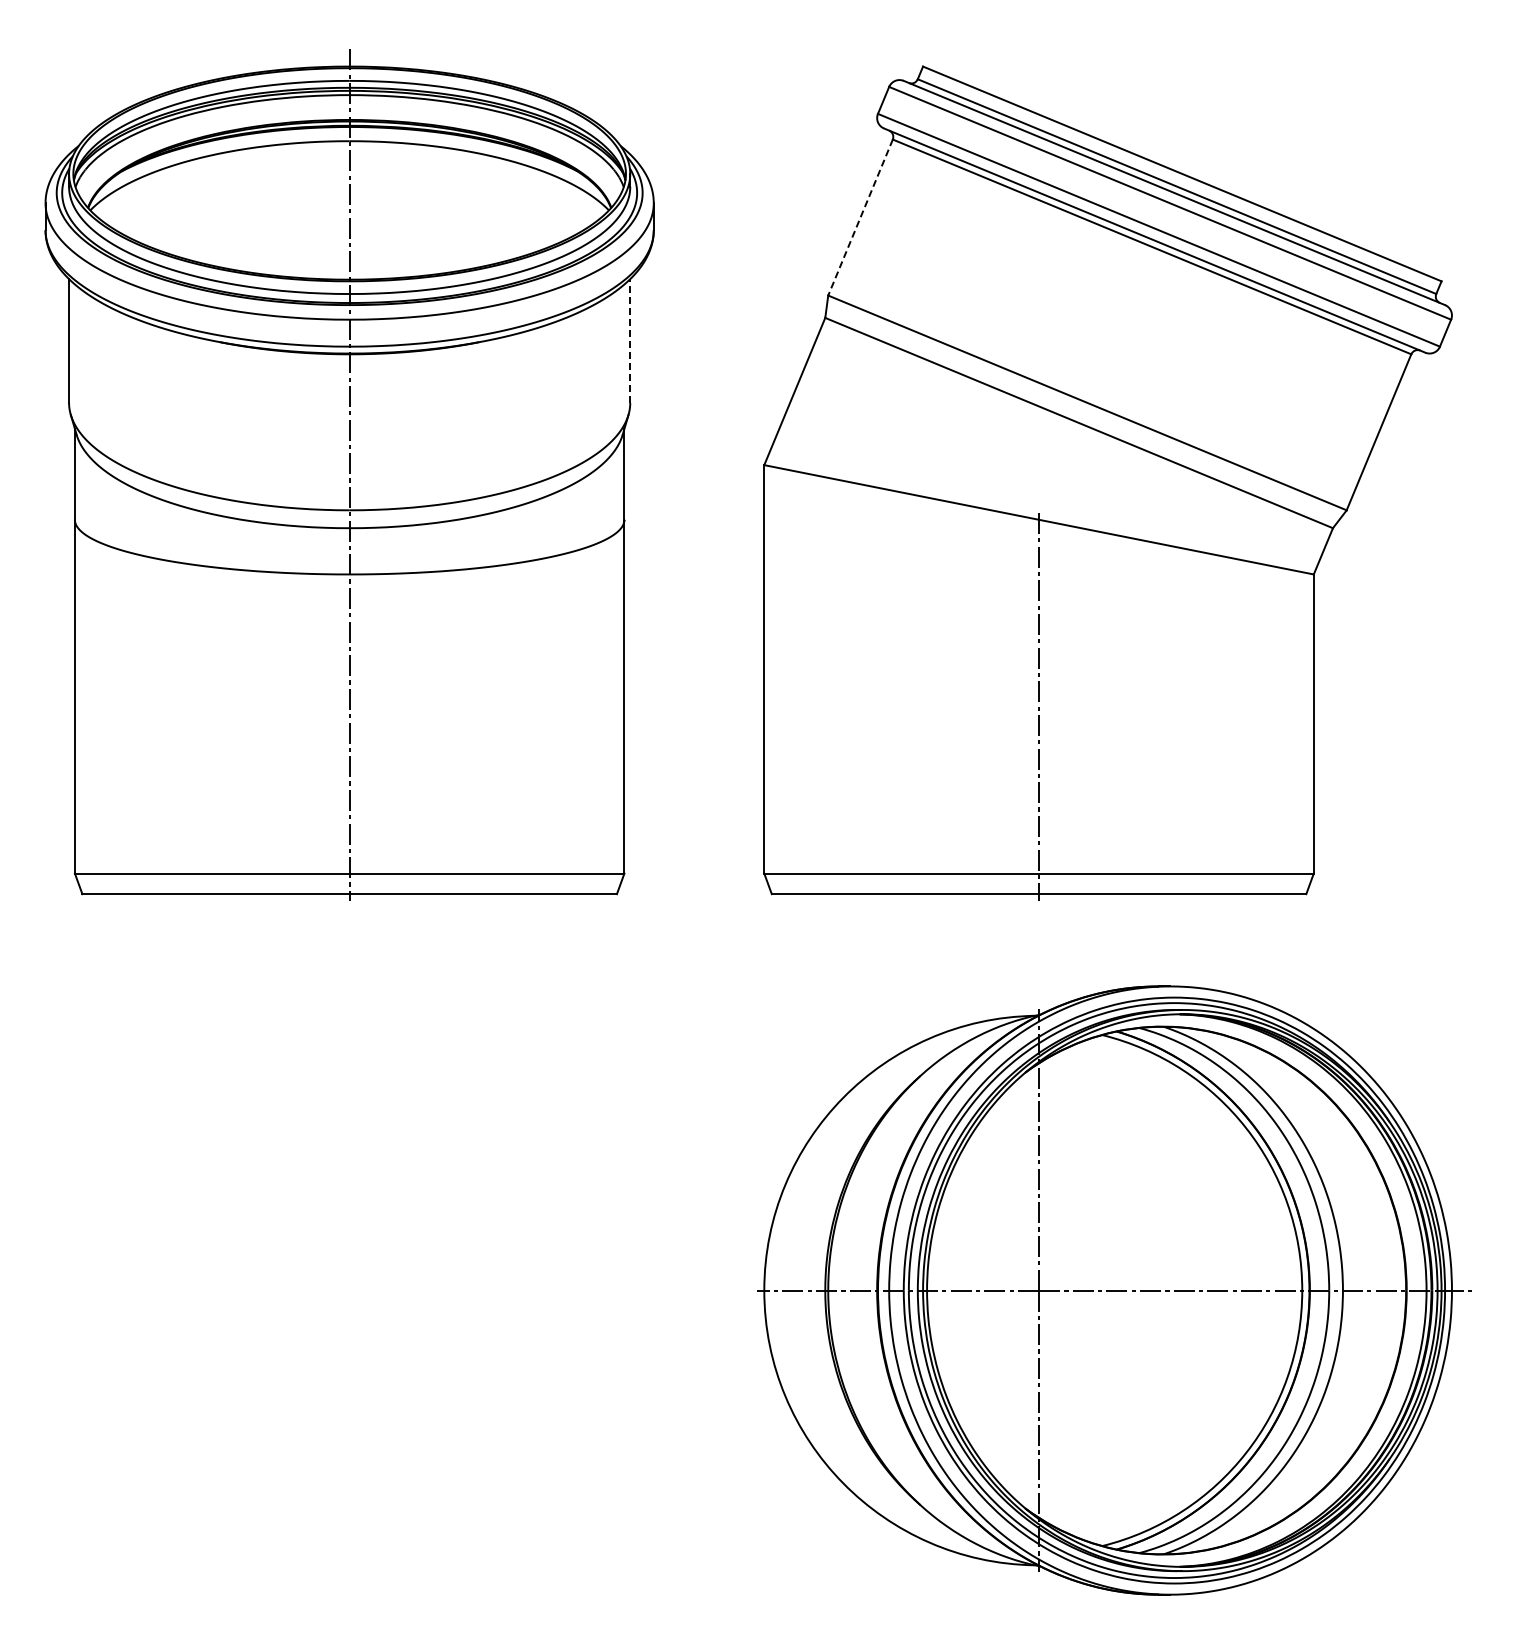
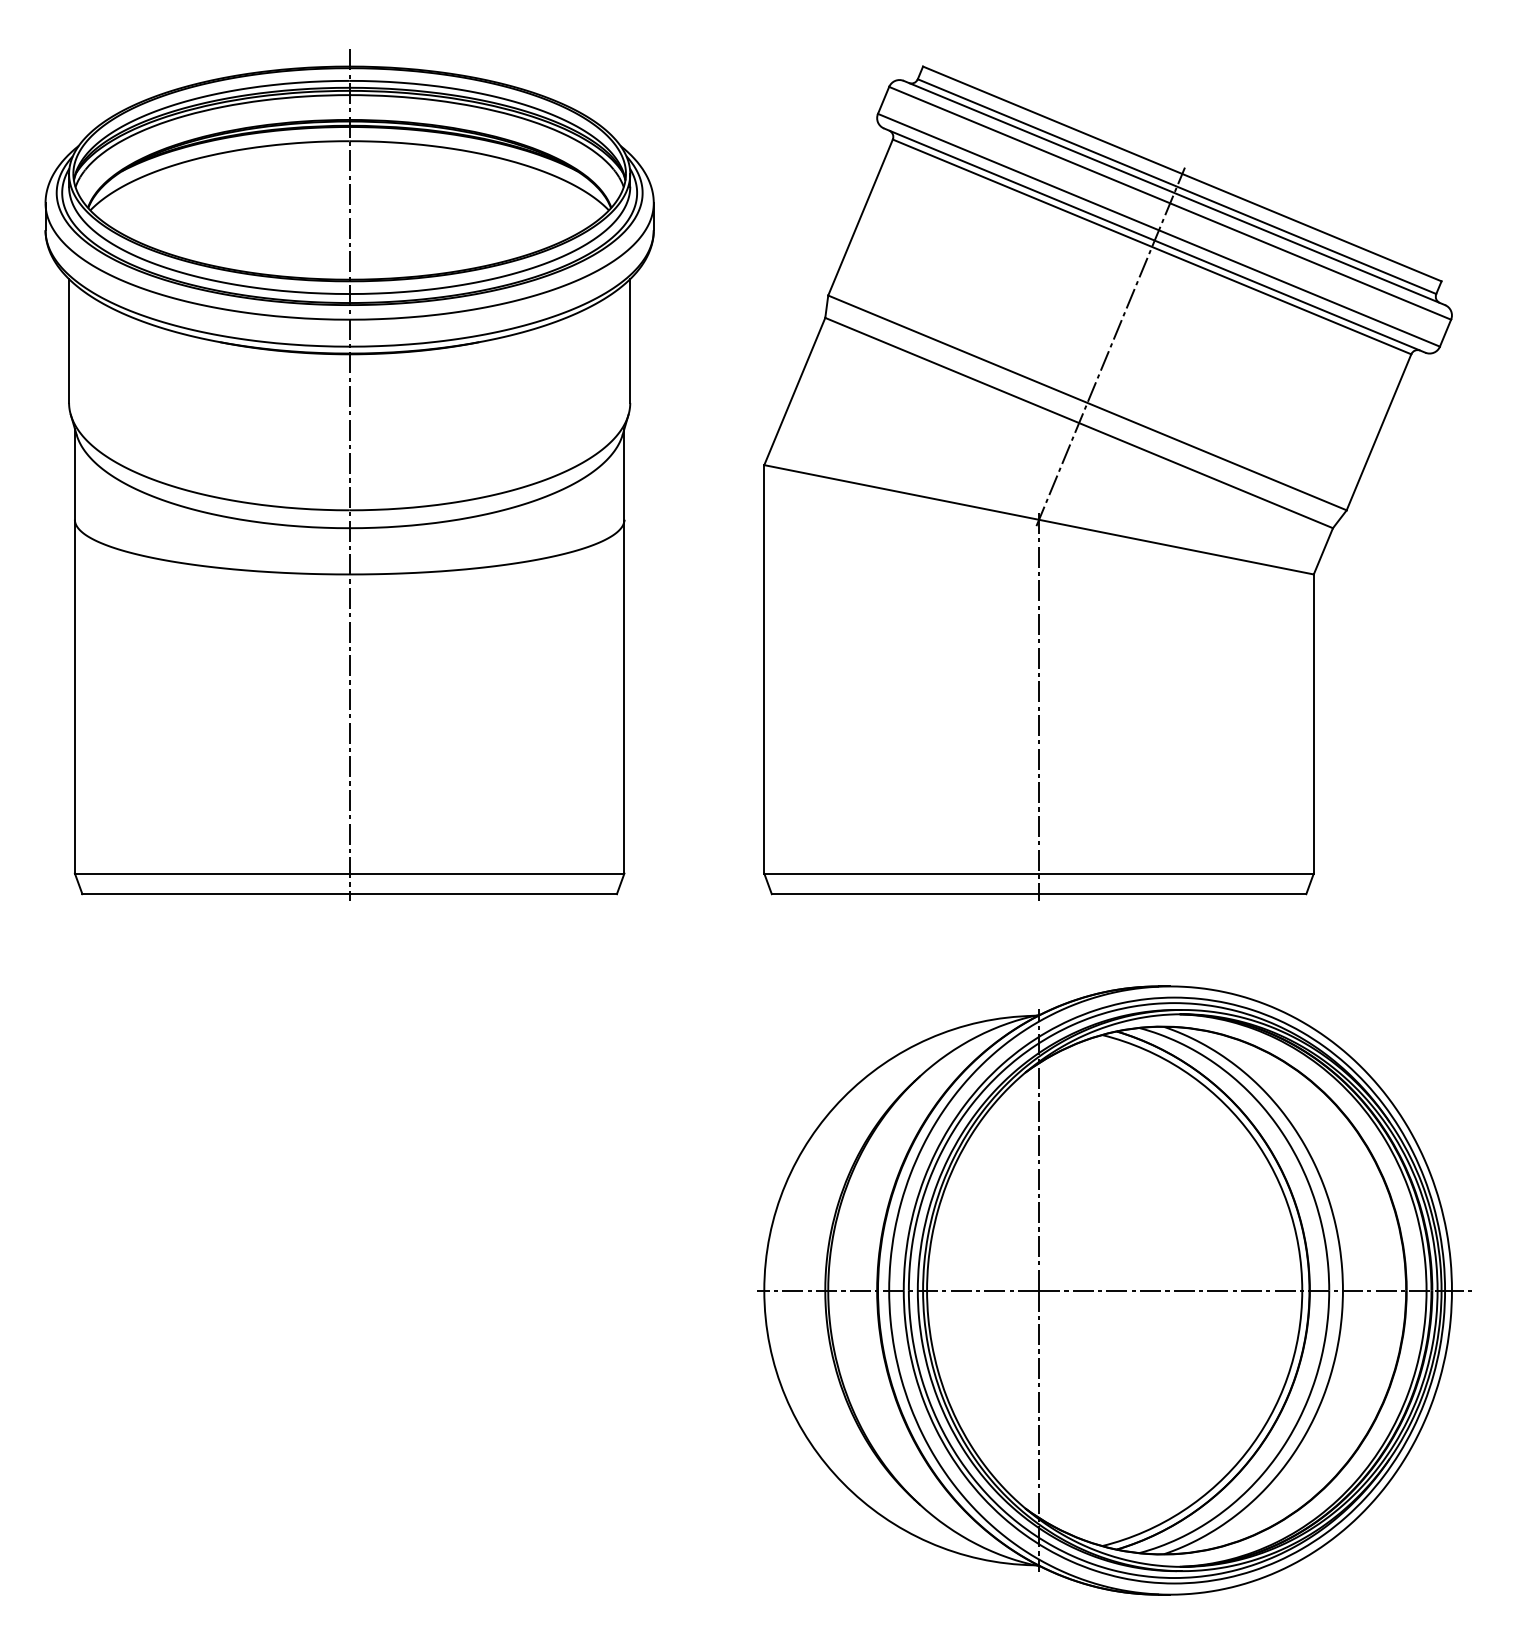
line at (860, 218): dashed -> solid
line at (630, 341): dashed -> solid
line at (1110, 346): none -> present
